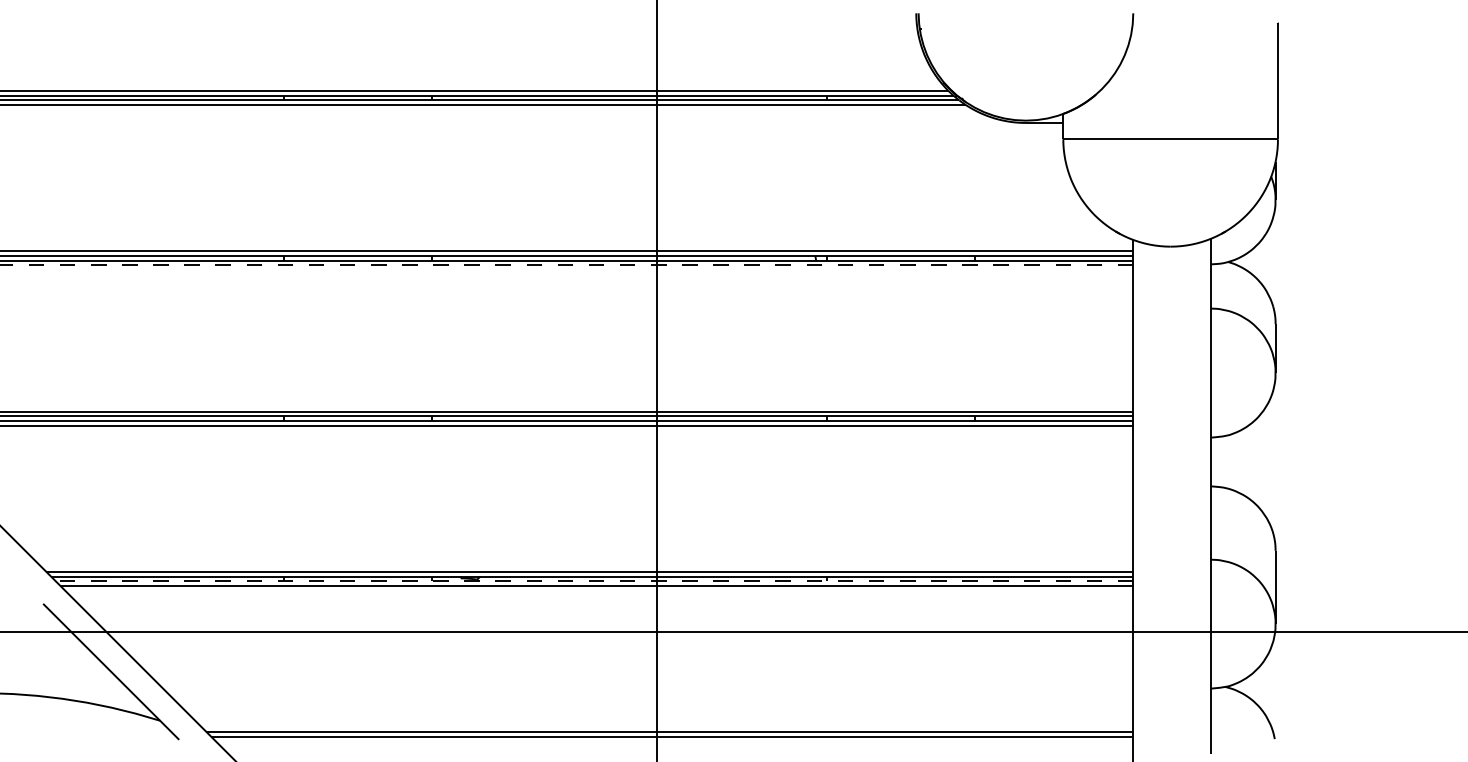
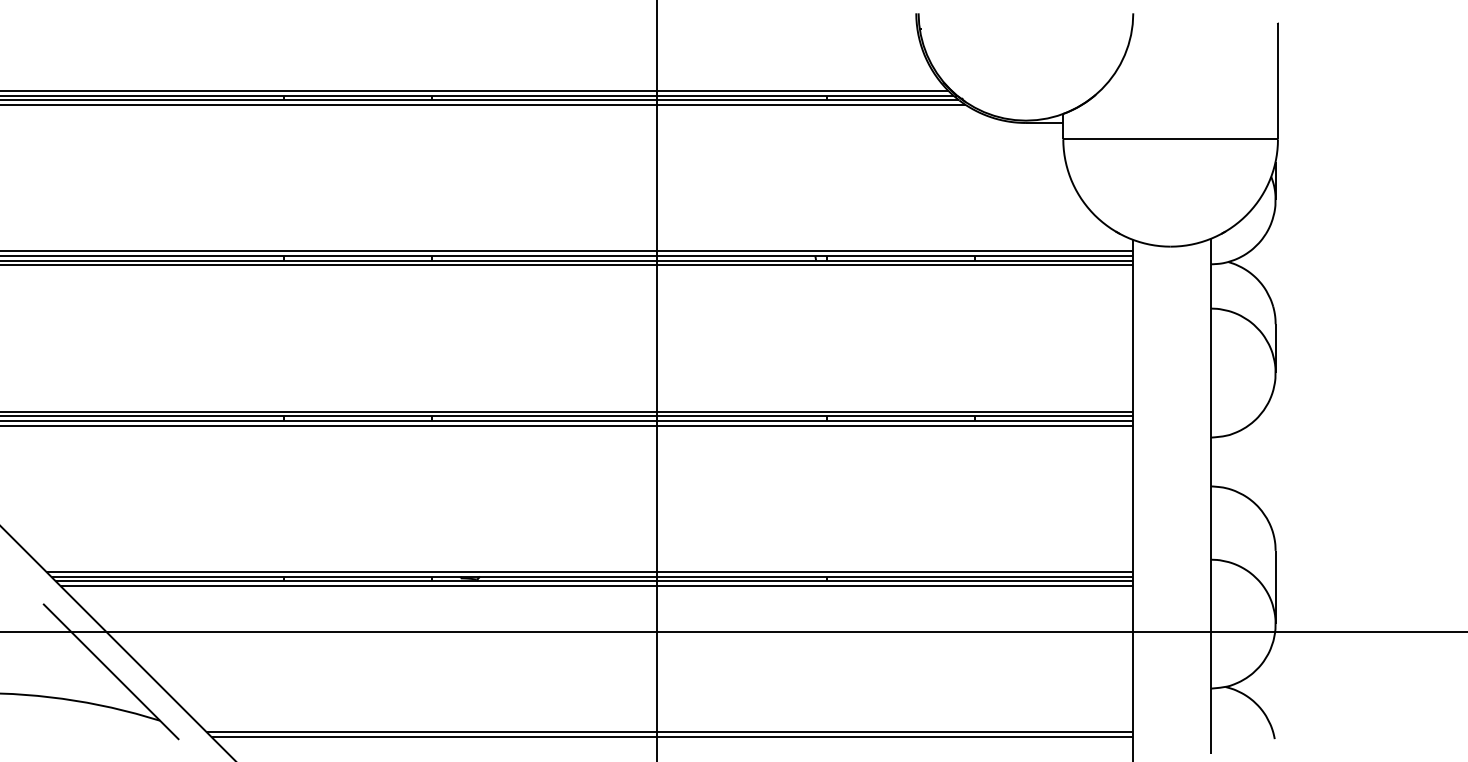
line at (566, 265): dashed -> solid
line at (594, 581): dashed -> solid
